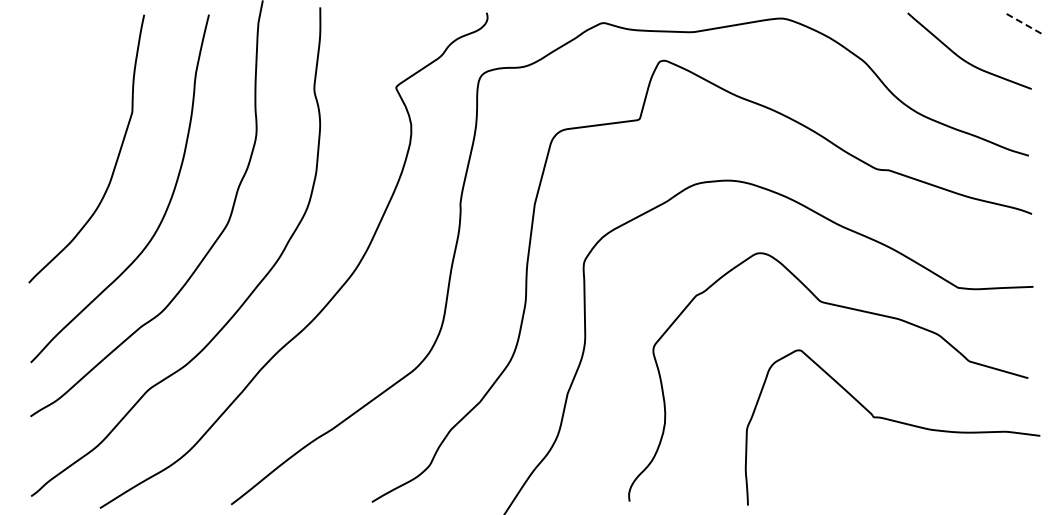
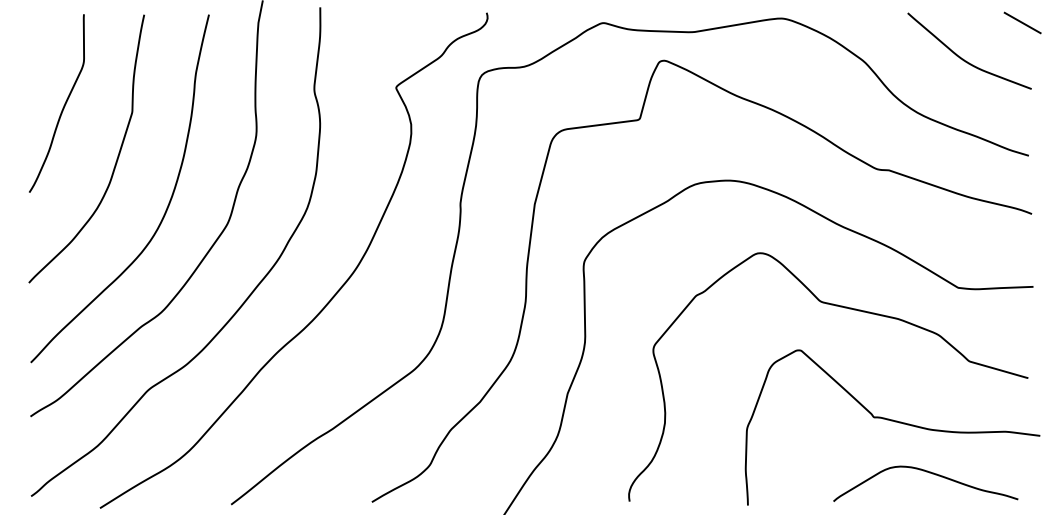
line at (1022, 23): dashed -> solid
curve at (62, 107): none -> present
curve at (929, 473): none -> present
